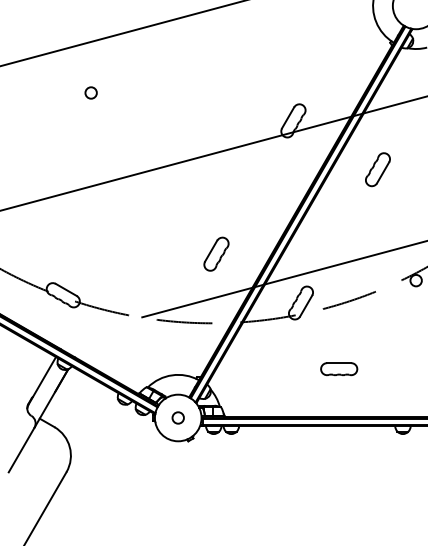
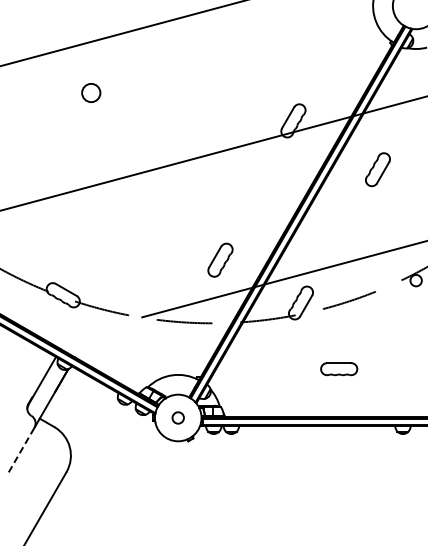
circle at (90, 92) size: 14x14 px -> 21x20 px
part at (216, 253) position: (216, 253) -> (220, 259)
line at (21, 450): solid -> dashed
